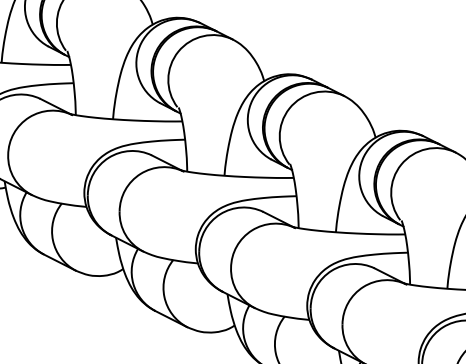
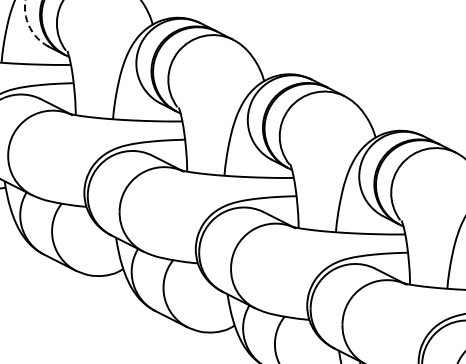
arc at (29, 26): solid -> dashed
